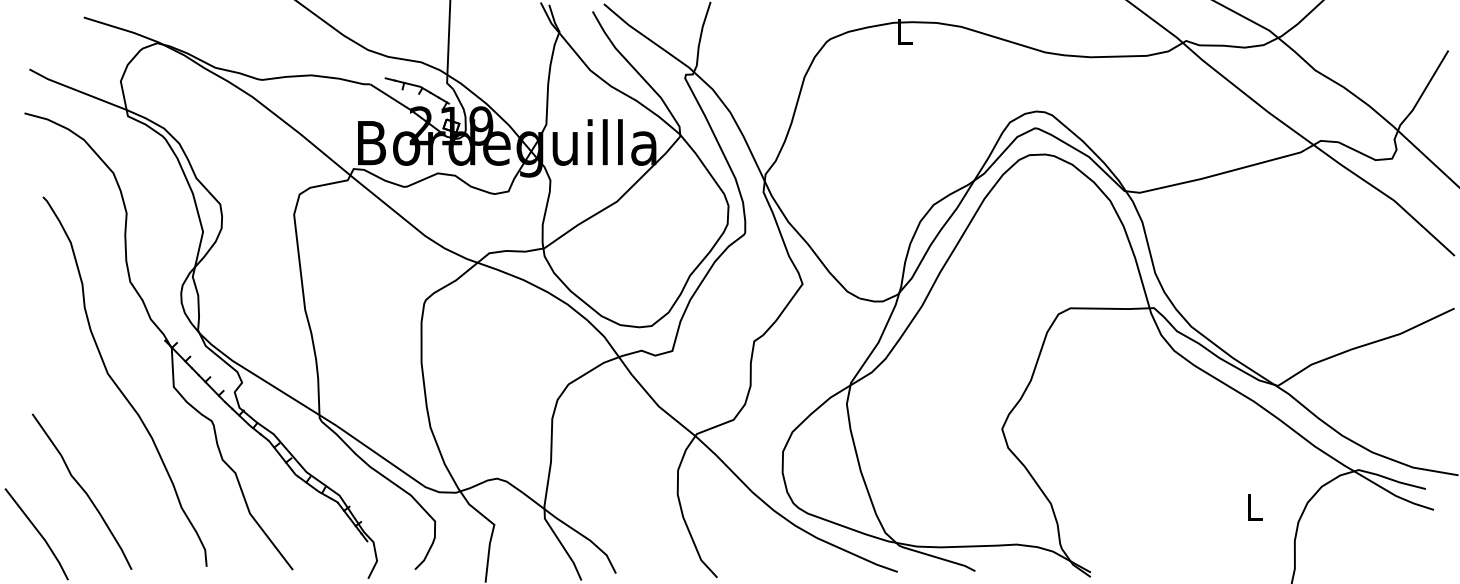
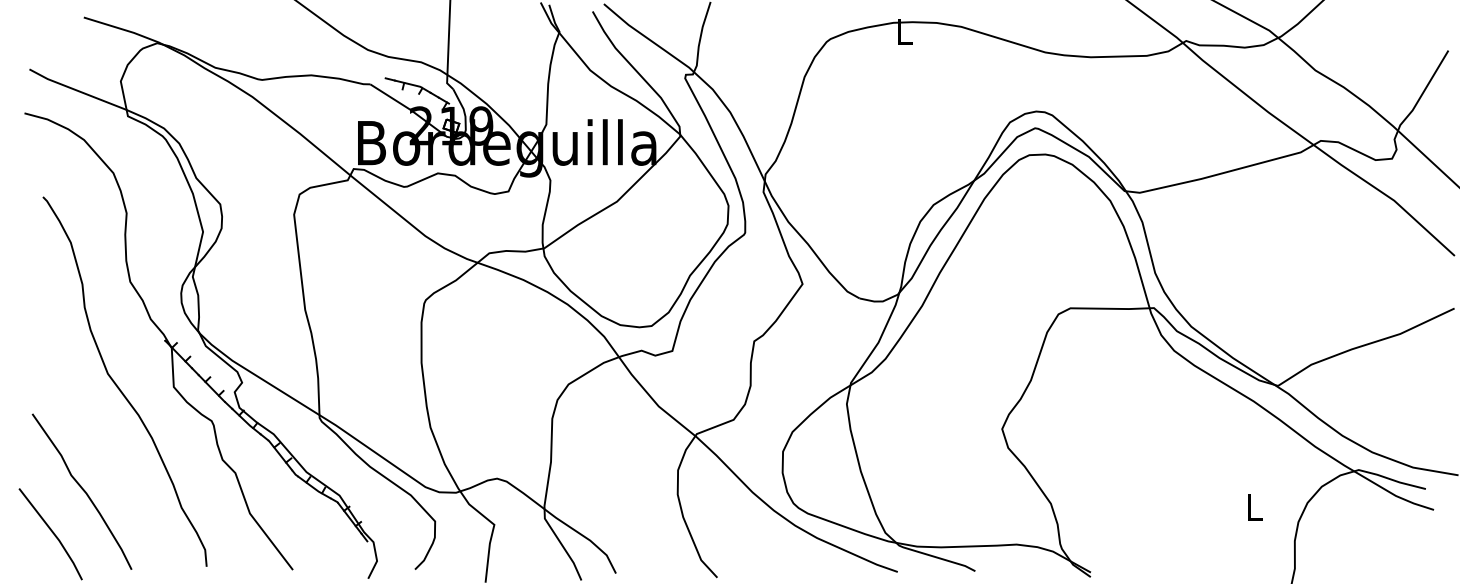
line at (37, 532) position: (37, 532) -> (51, 532)
